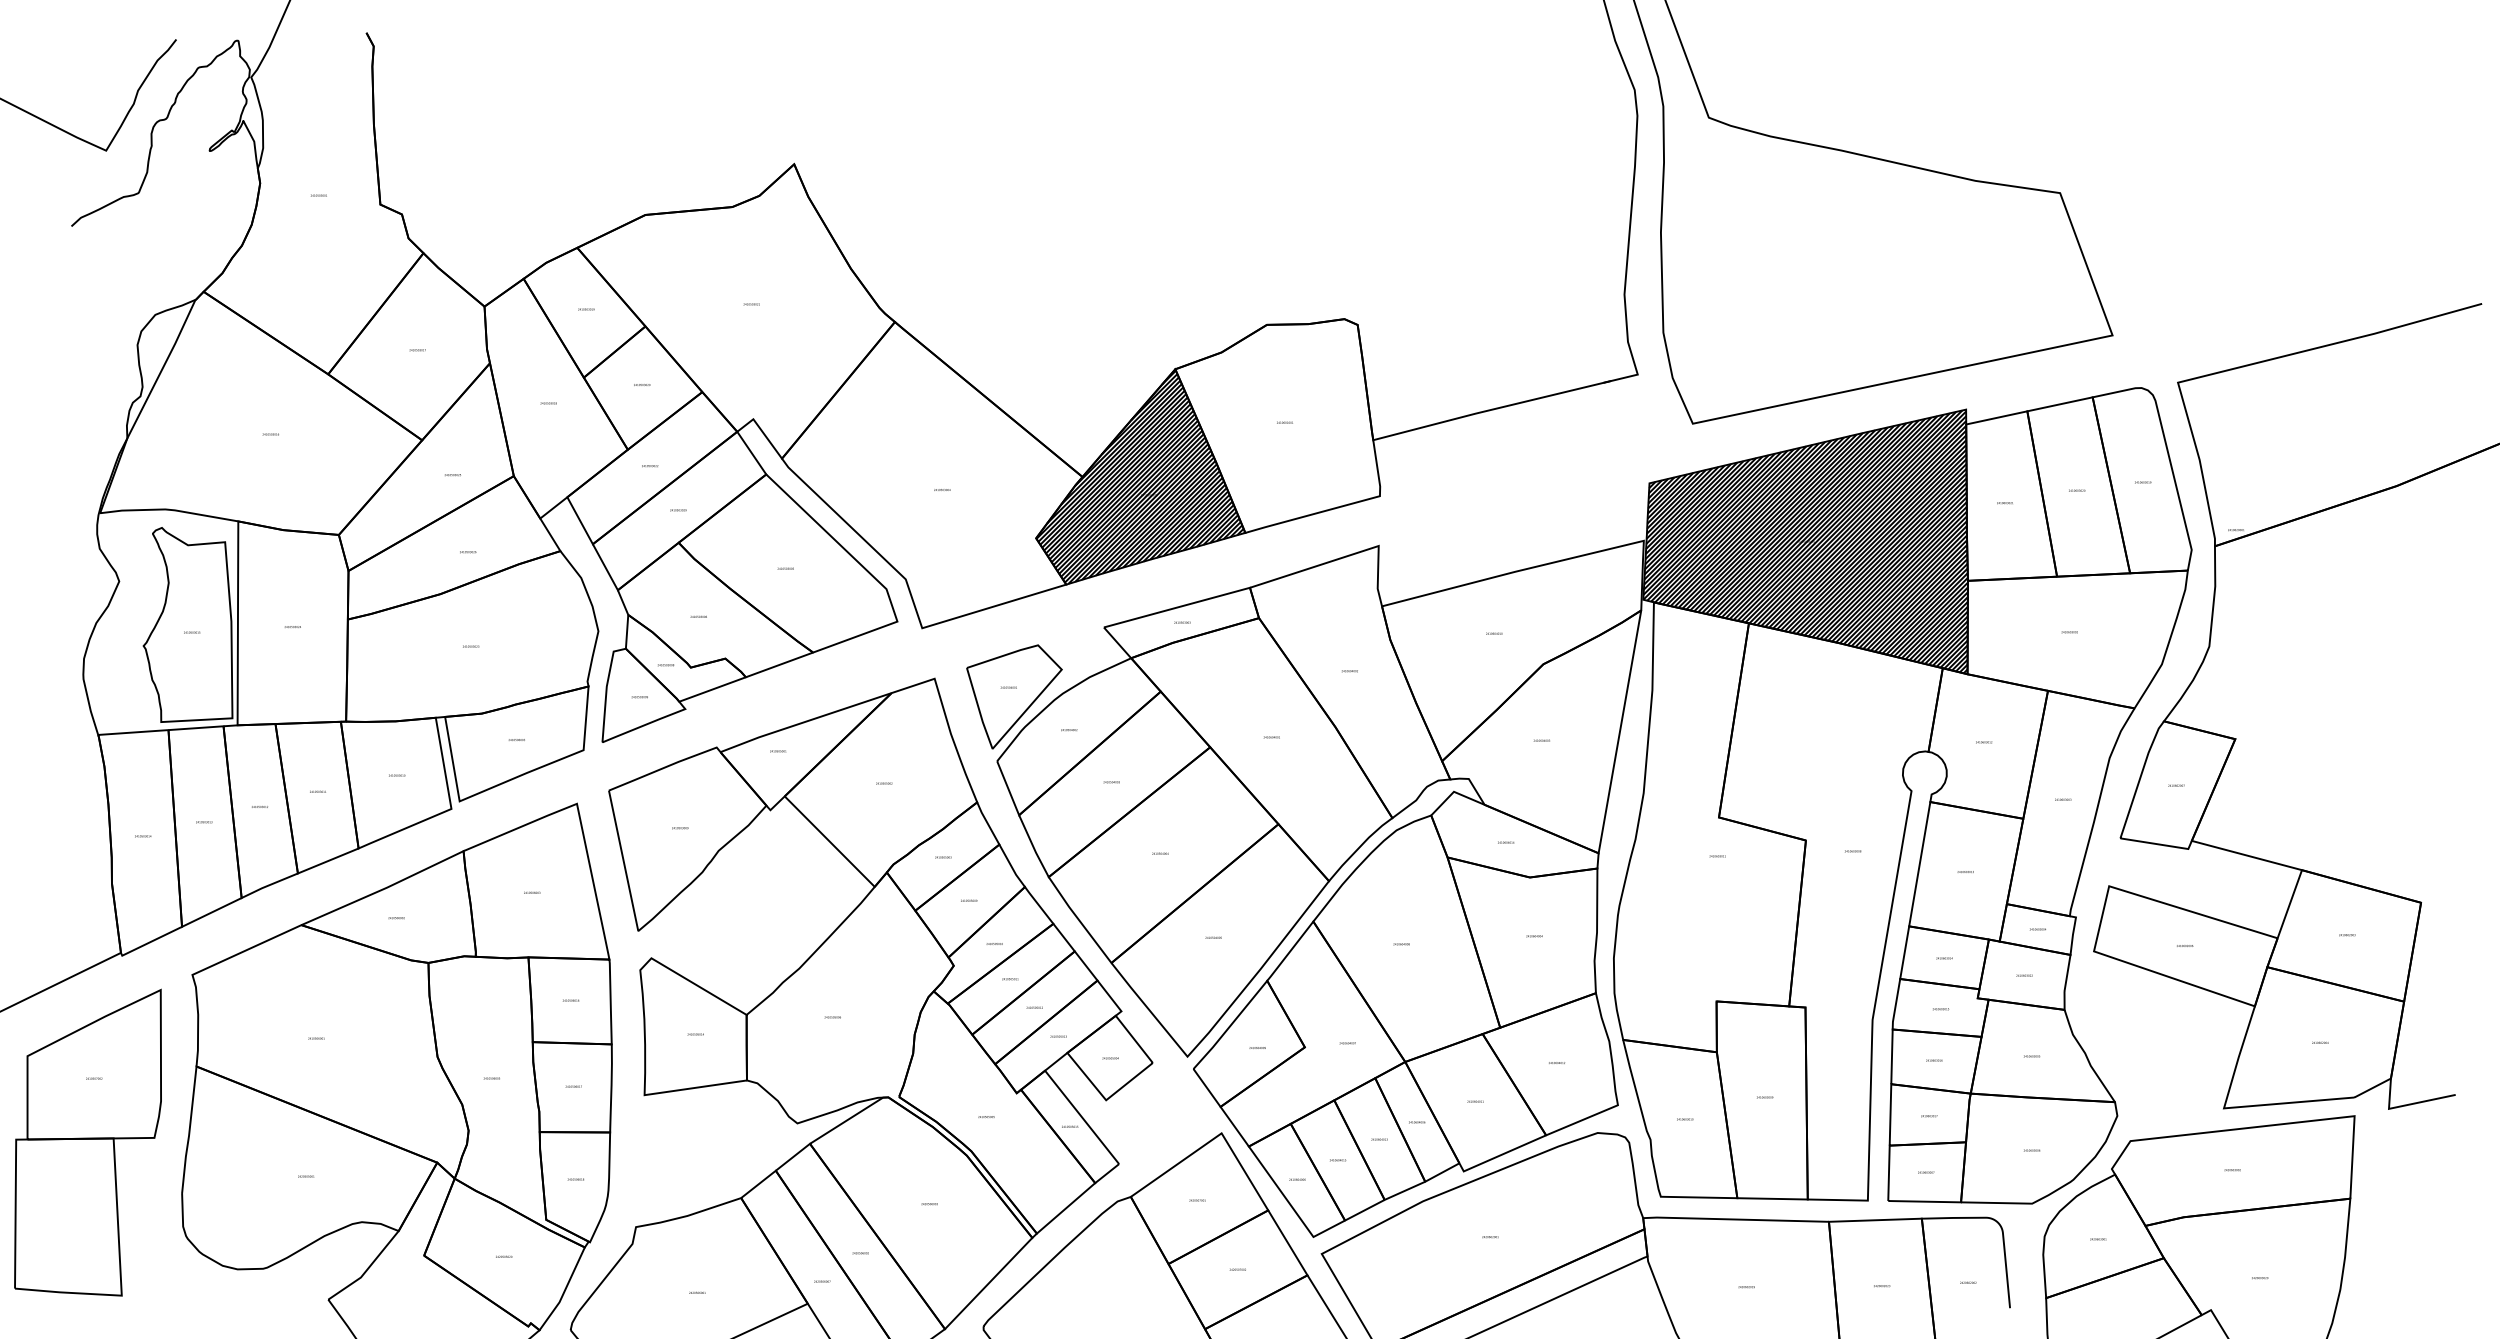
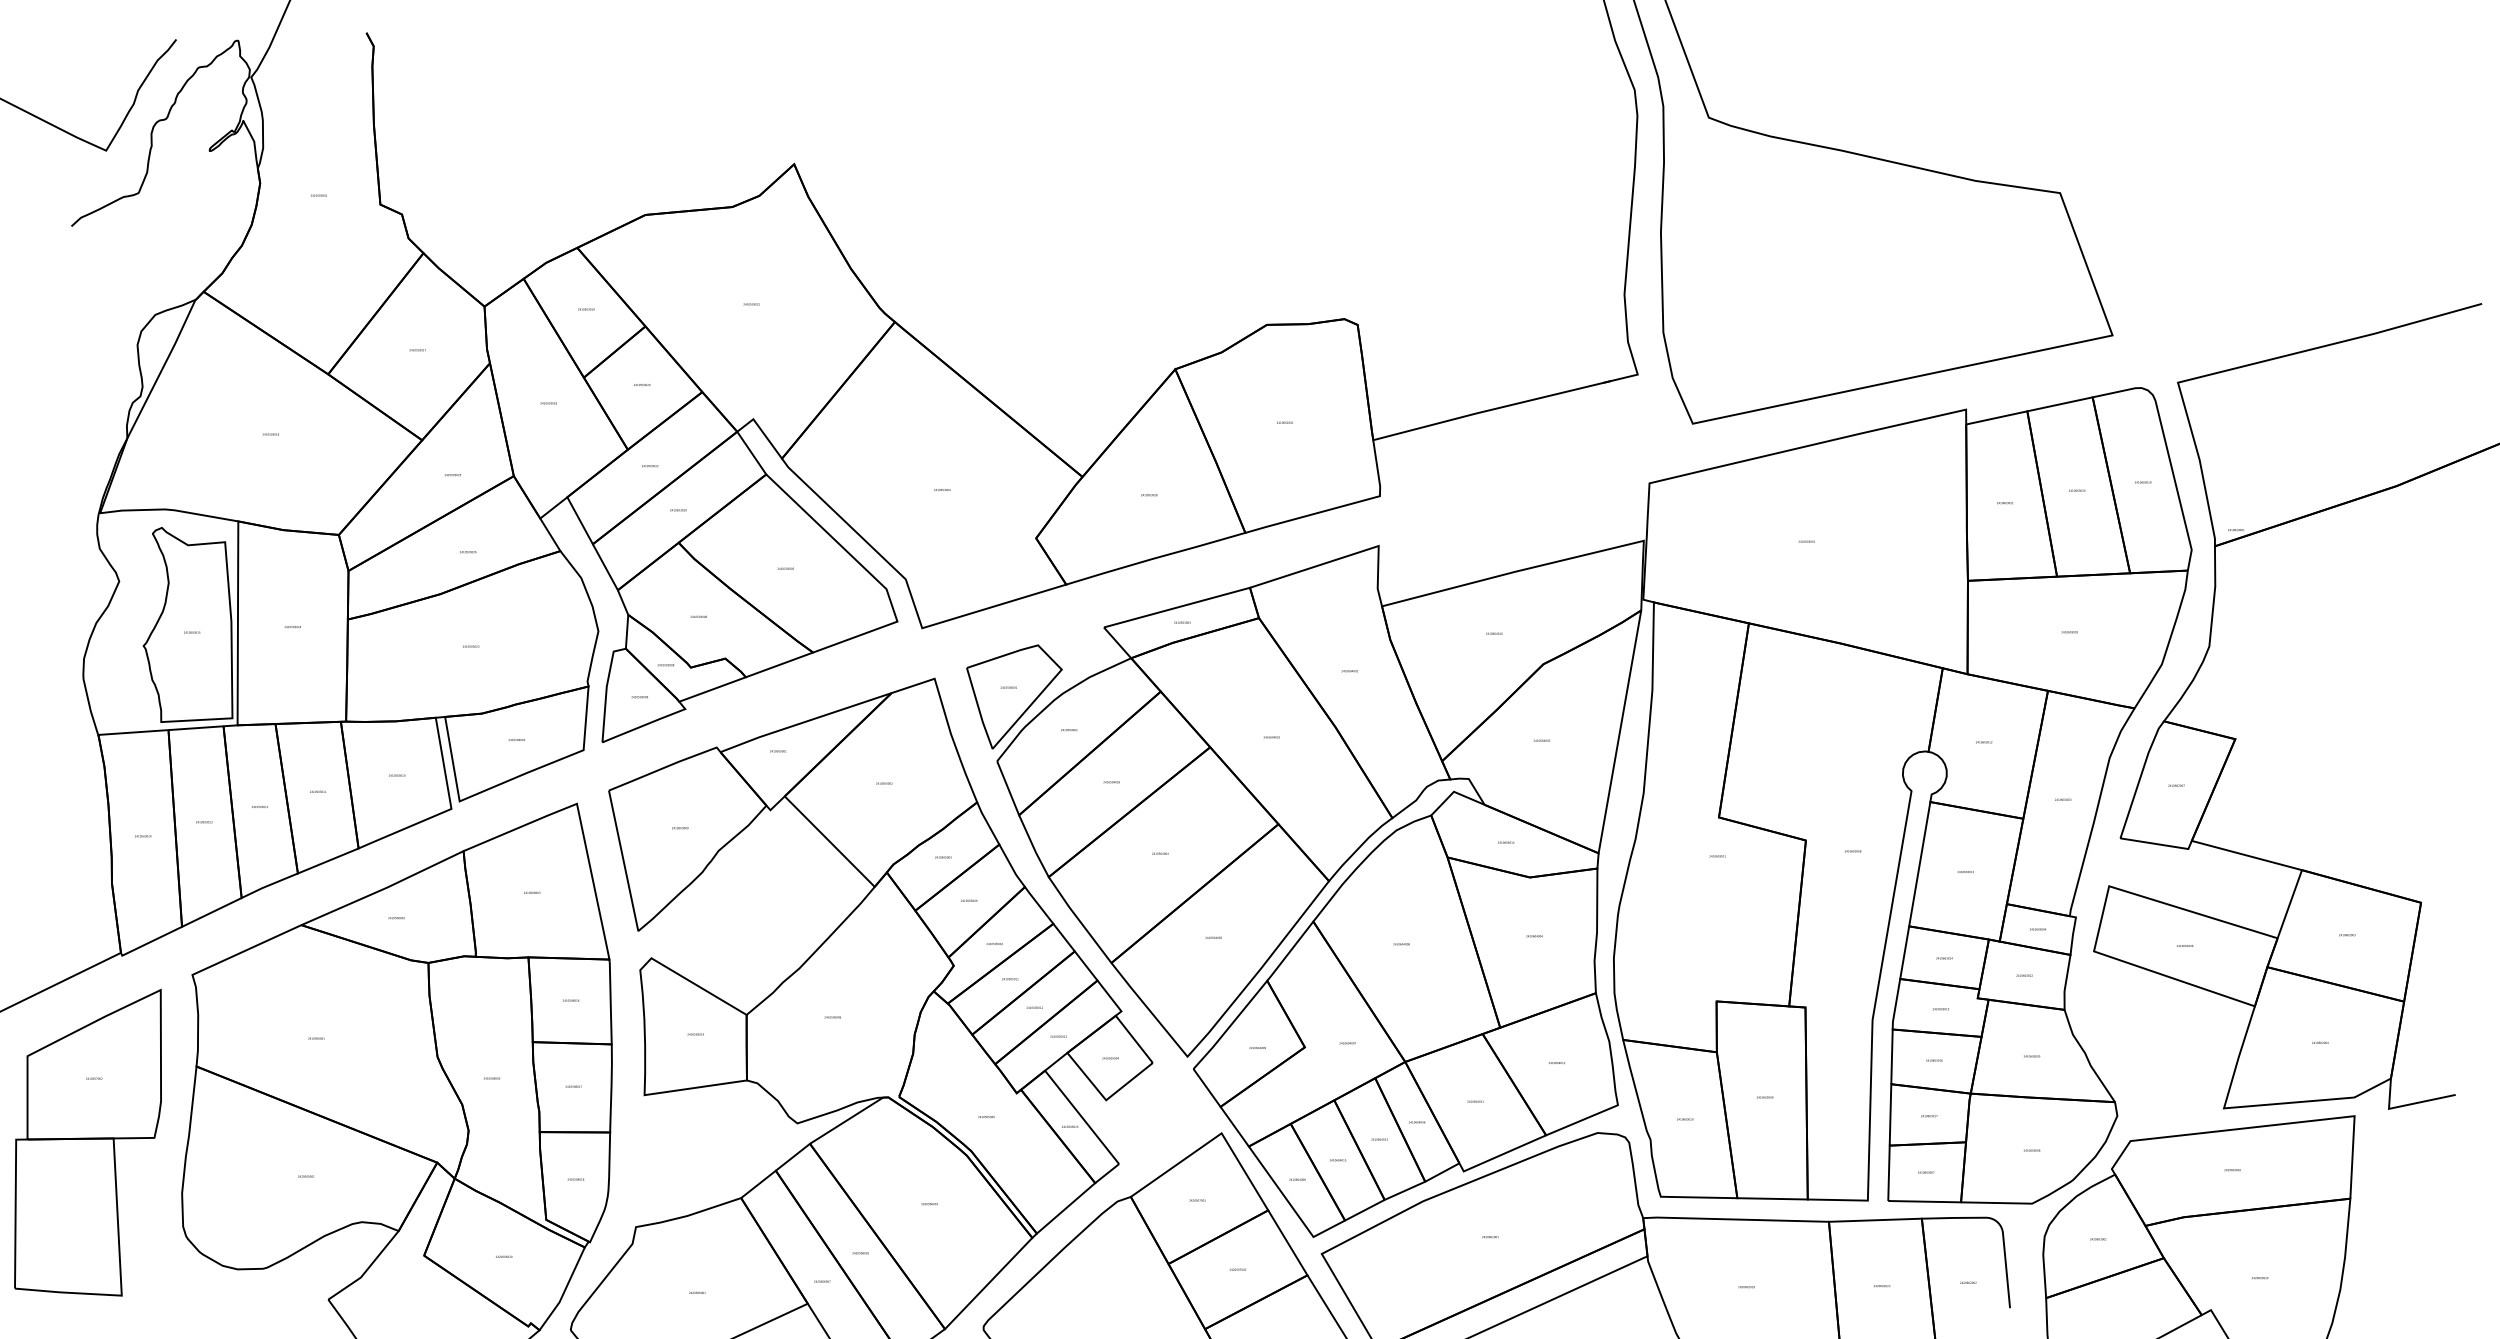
hatch at (1140, 476): present -> none
hatch at (1805, 541): present -> none
